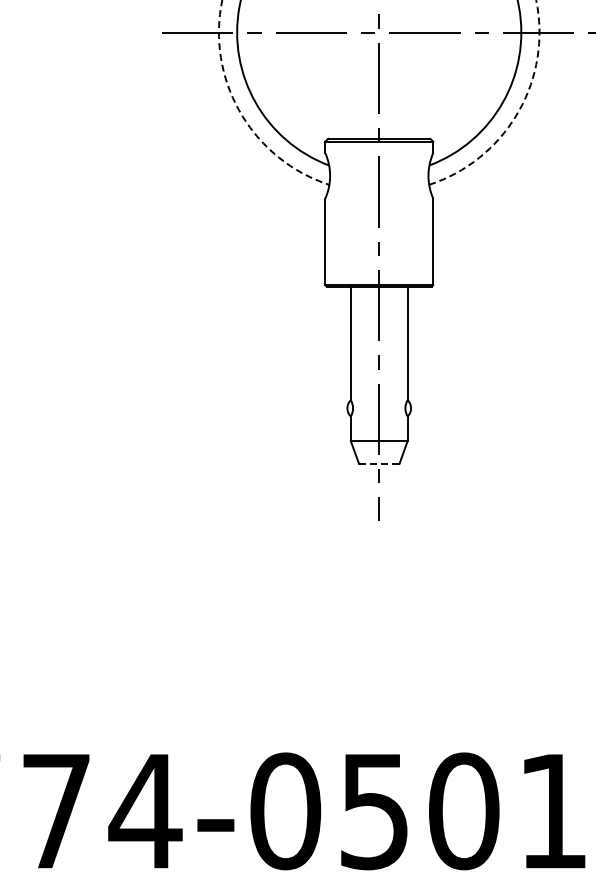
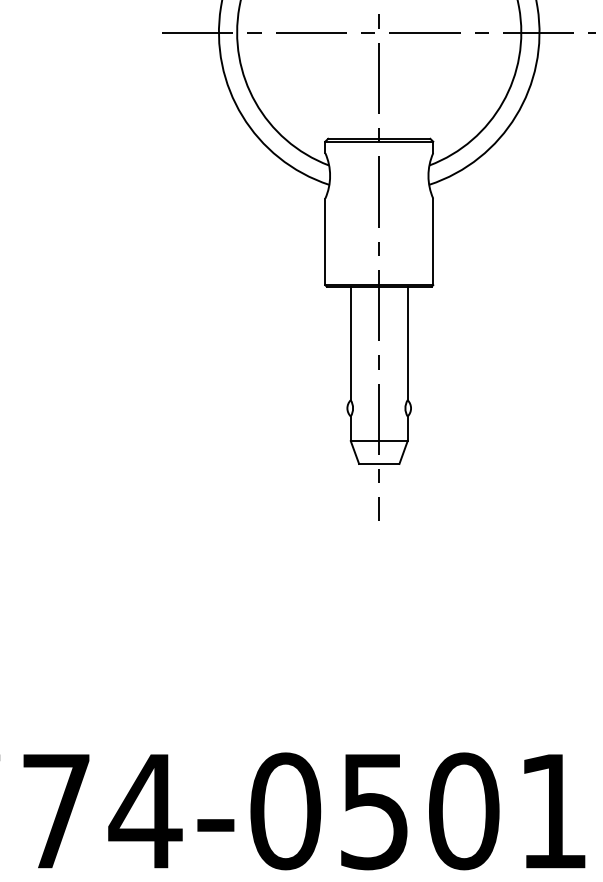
arc at (222, 0): dashed -> solid
line at (379, 463): dashed -> solid
